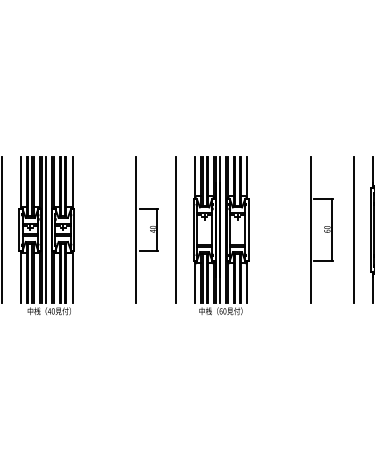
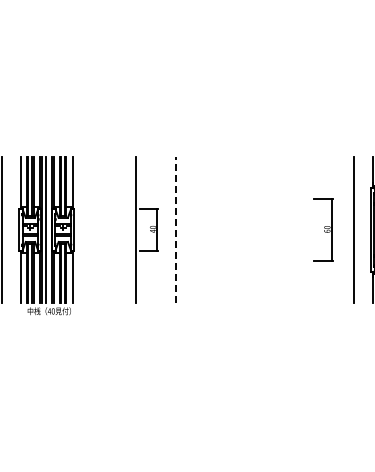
line at (176, 229): solid -> dashed
line at (310, 229): present -> none
part at (221, 235): present -> none
